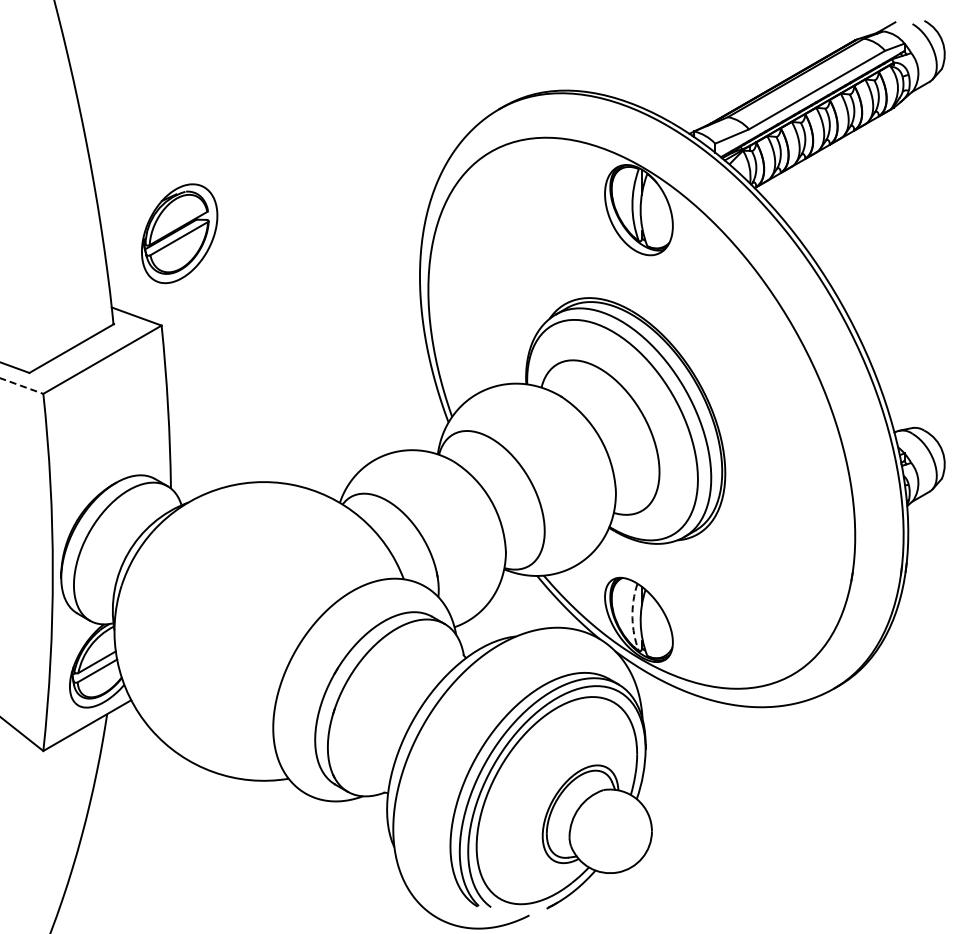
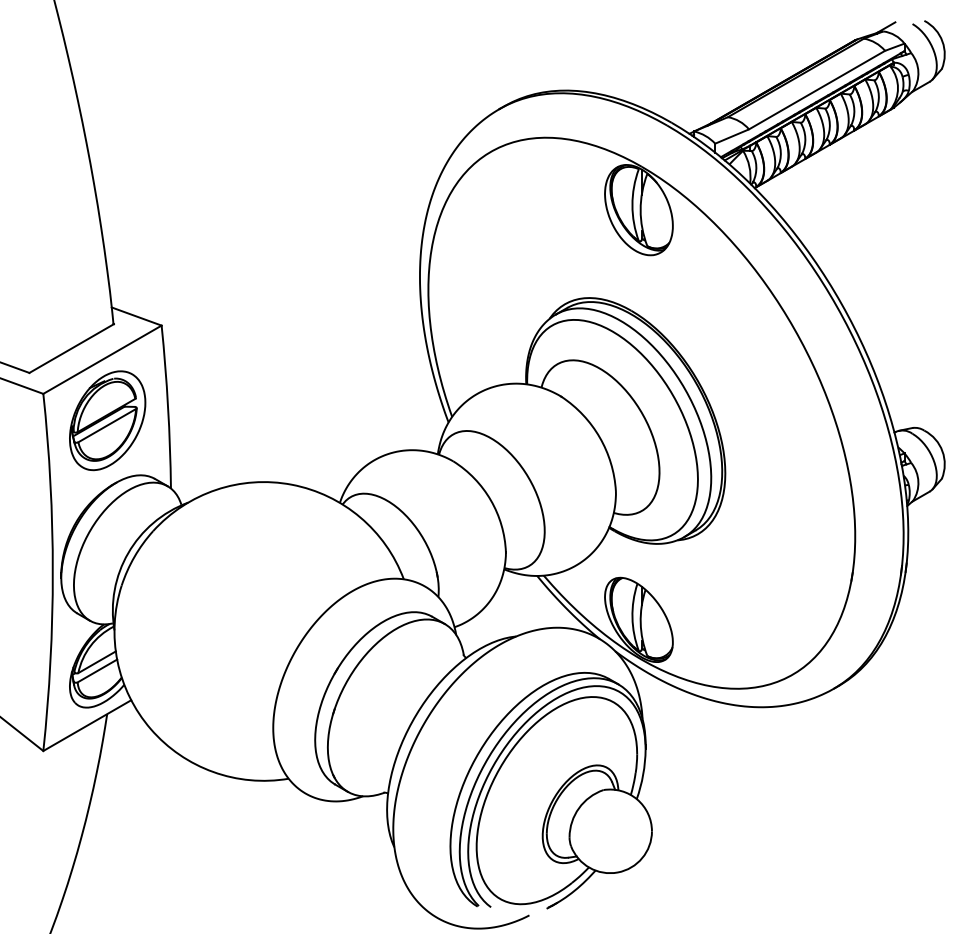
part at (179, 233) position: (179, 233) -> (107, 420)
line at (21, 386): dashed -> solid
arc at (632, 617): dashed -> solid
